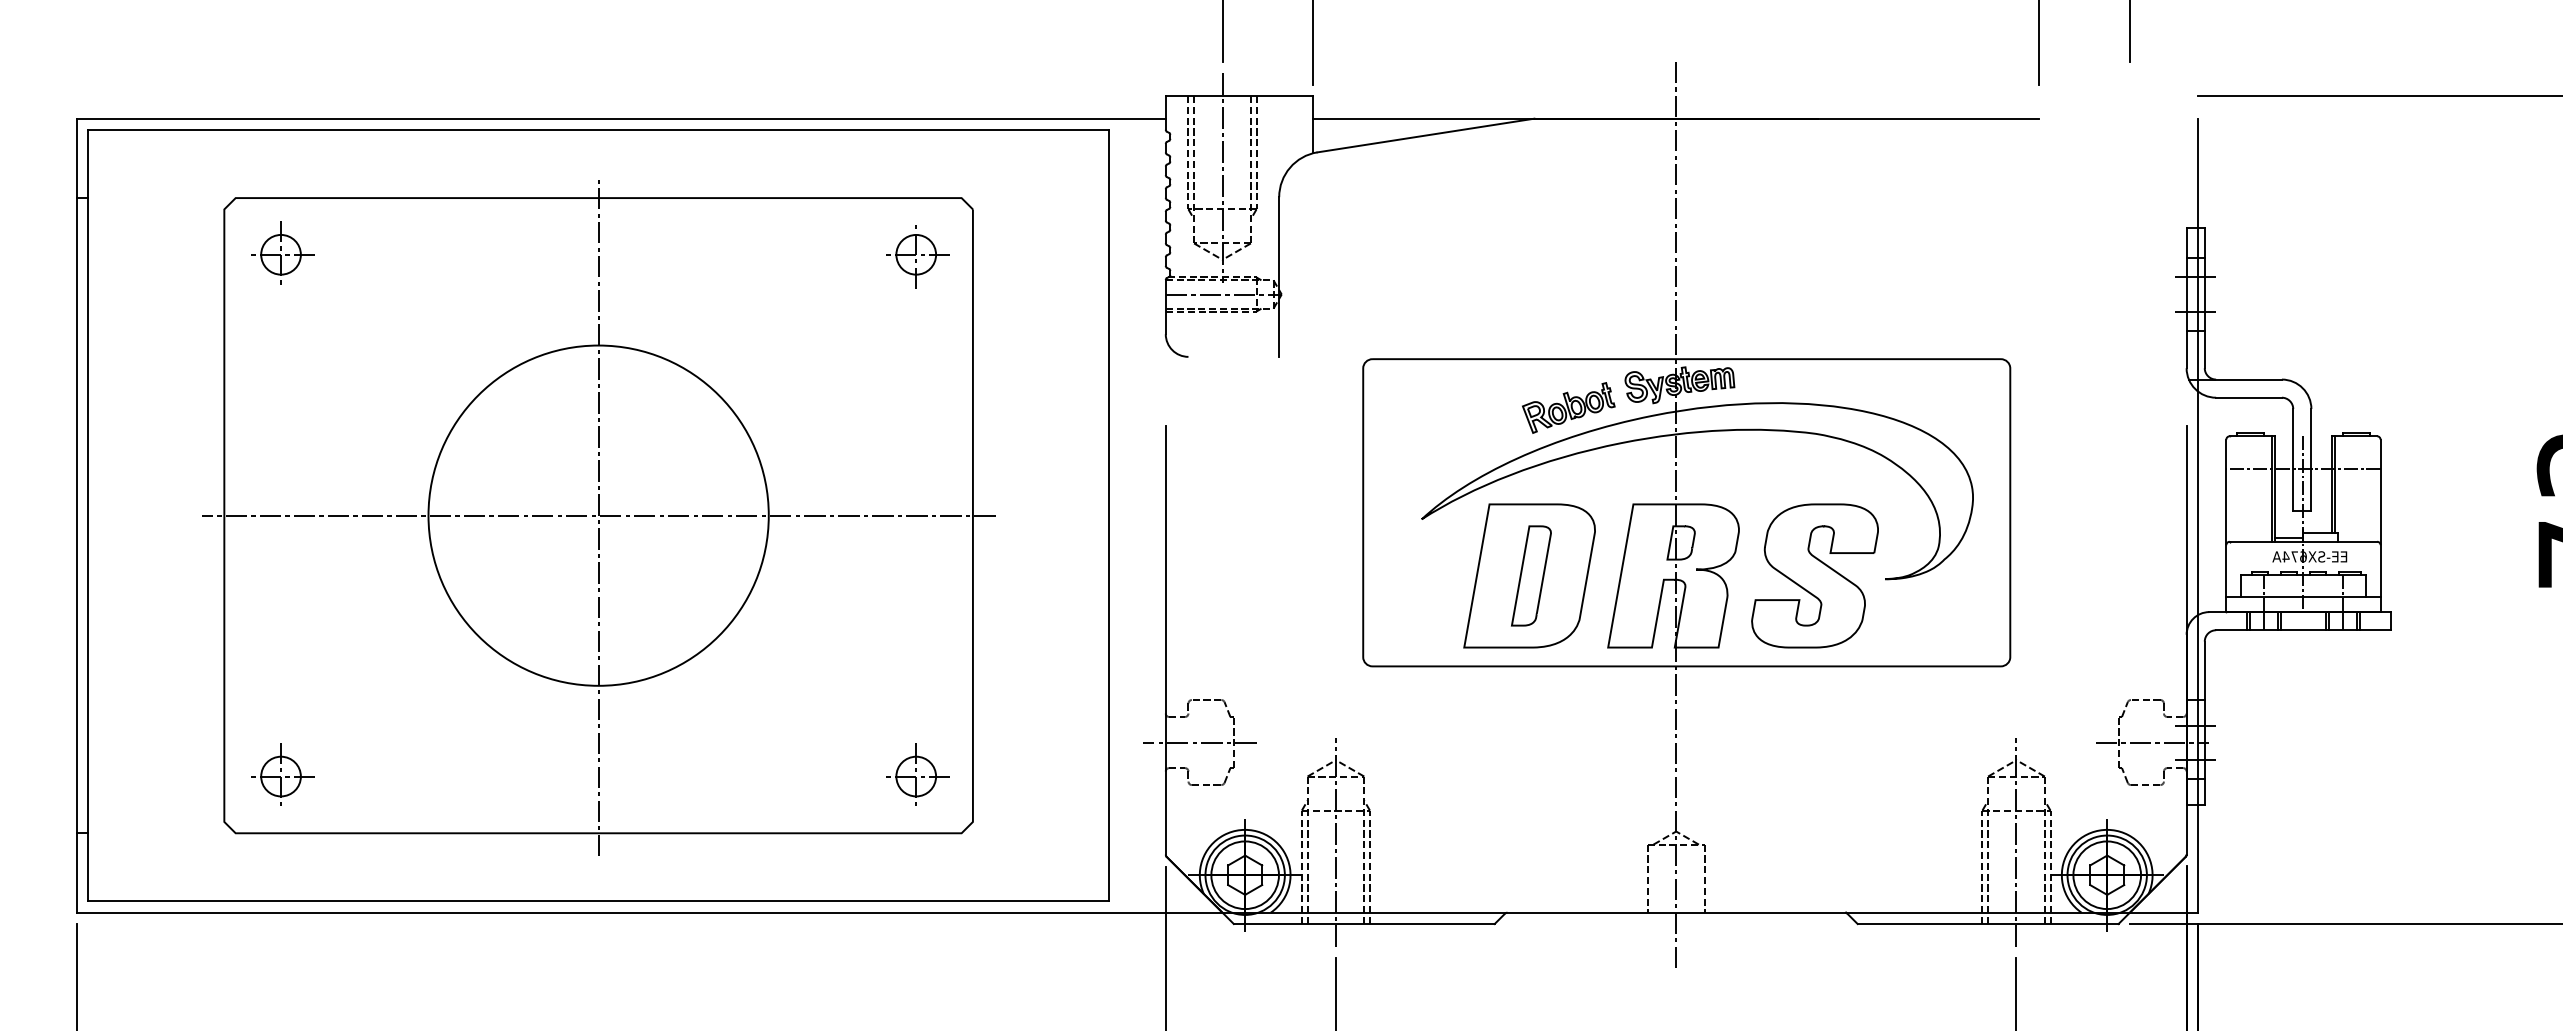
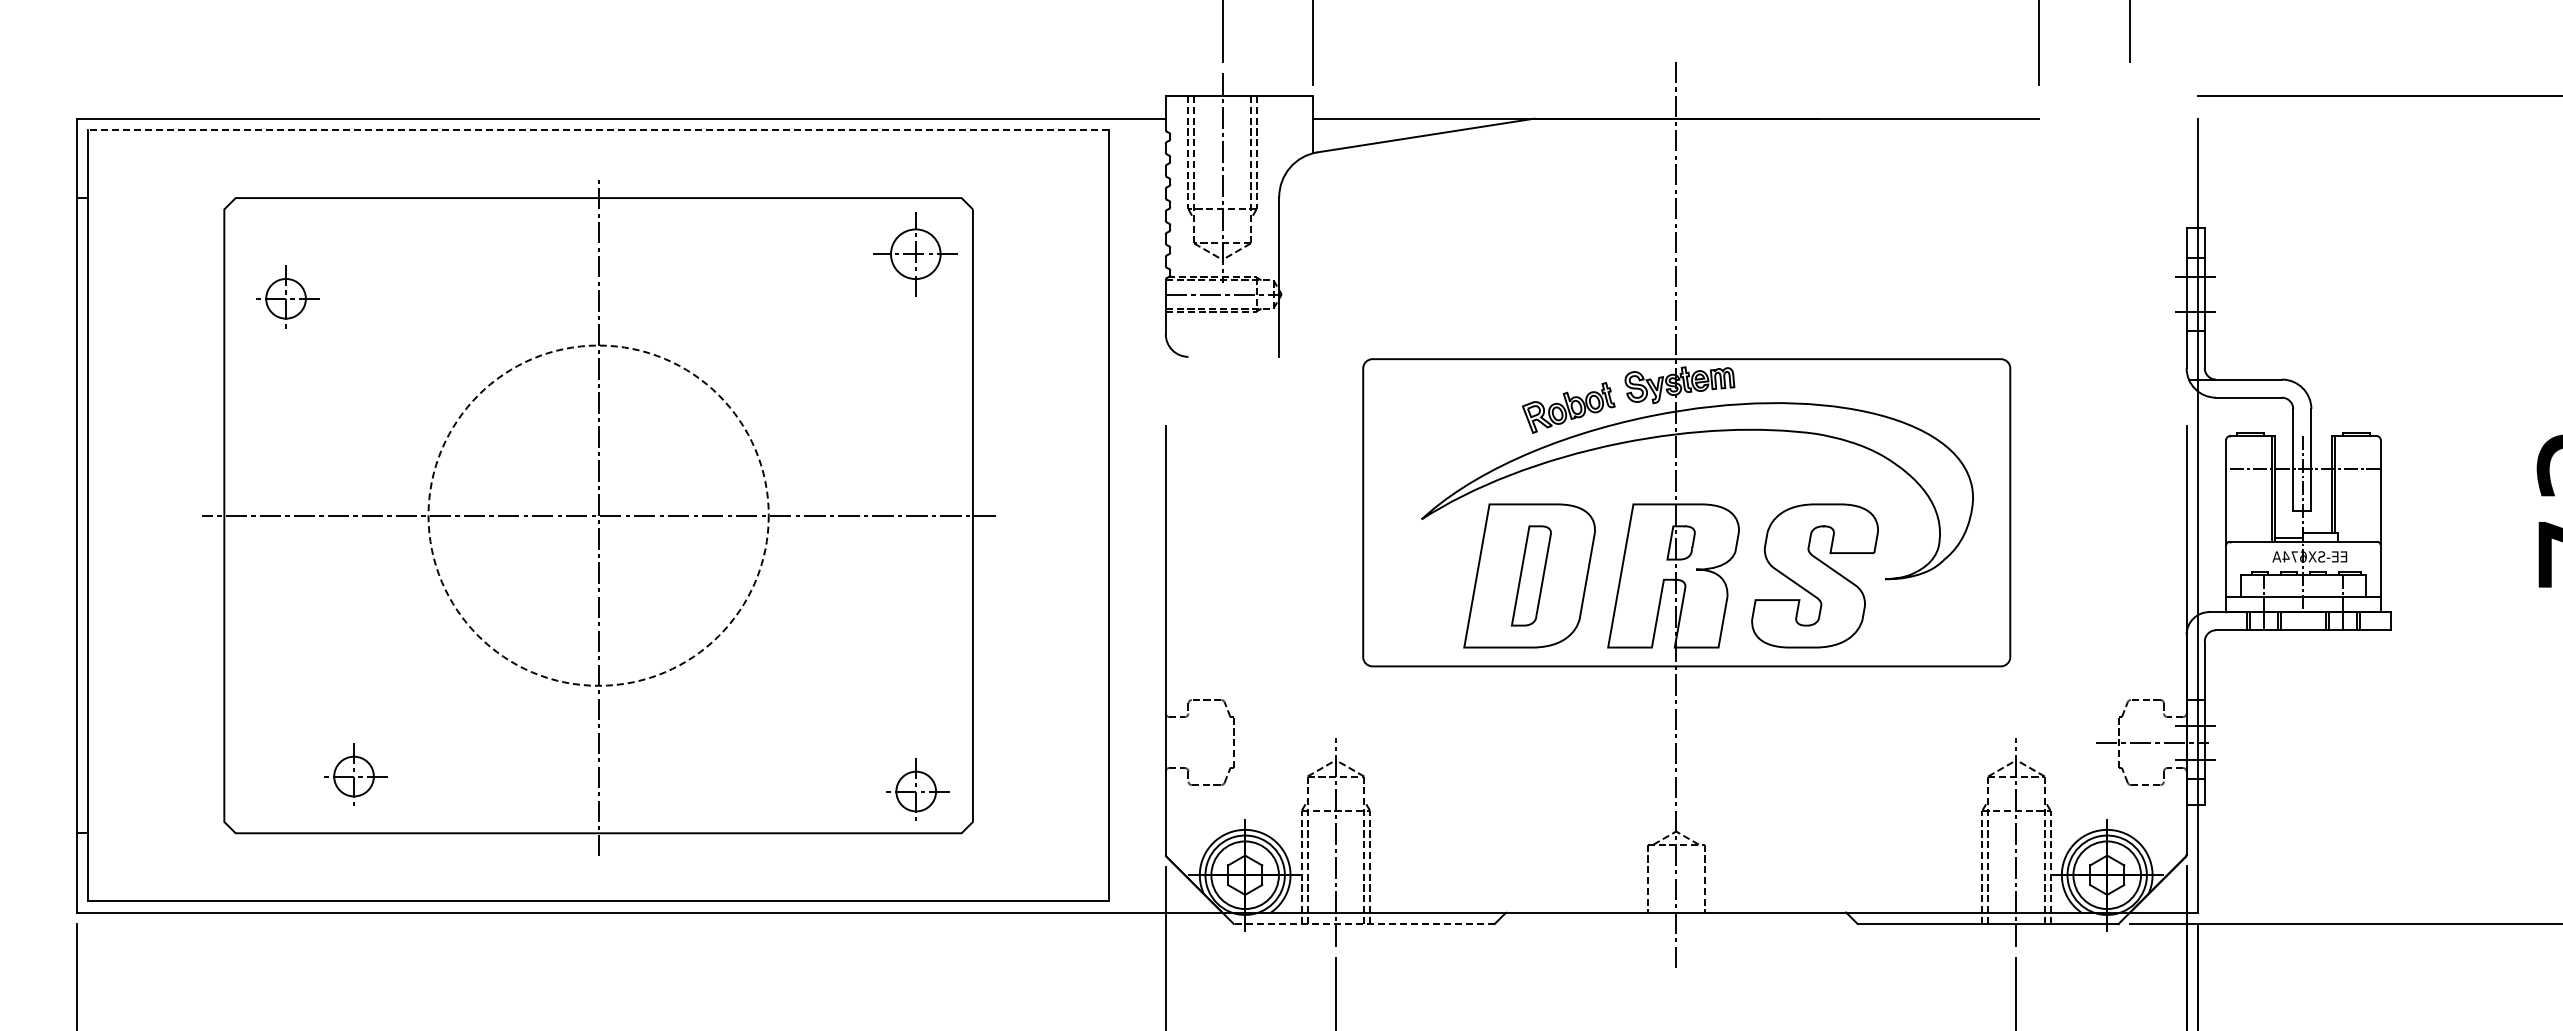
line at (598, 130): solid -> dashed
part at (282, 252) position: (282, 252) -> (287, 296)
part at (917, 256) size: 64x64 px -> 85x85 px
circle at (598, 515): solid -> dashed
line at (1199, 742): present -> none
part at (282, 774) position: (282, 774) -> (355, 774)
part at (917, 774) position: (917, 774) -> (917, 789)
line at (1363, 924): solid -> dashed
